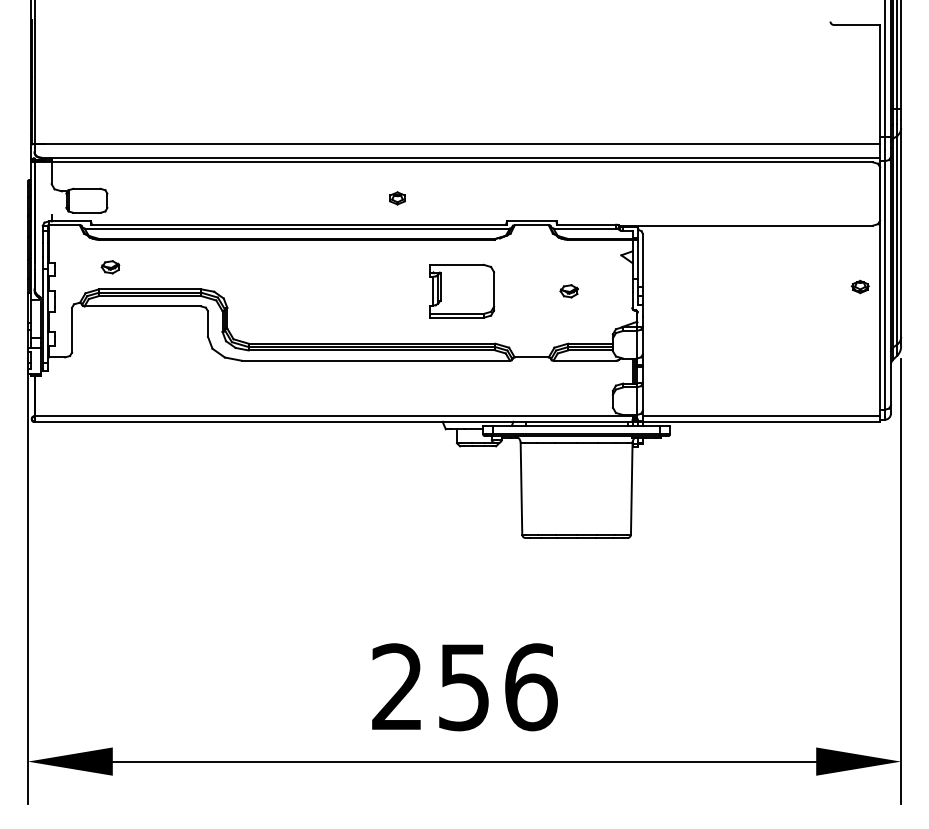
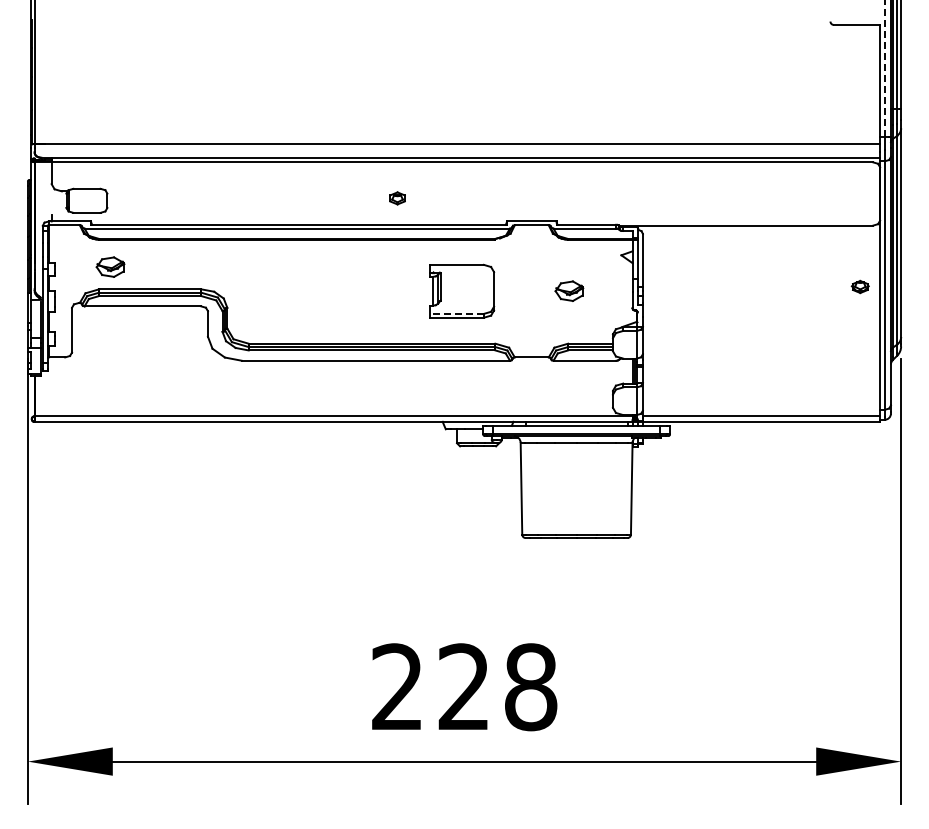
line at (884, 68): solid -> dashed
part at (110, 267) size: 21x15 px -> 31x22 px
part at (568, 291) size: 20x15 px -> 31x22 px
line at (456, 313): solid -> dashed
text at (497, 687): 256 -> 228
